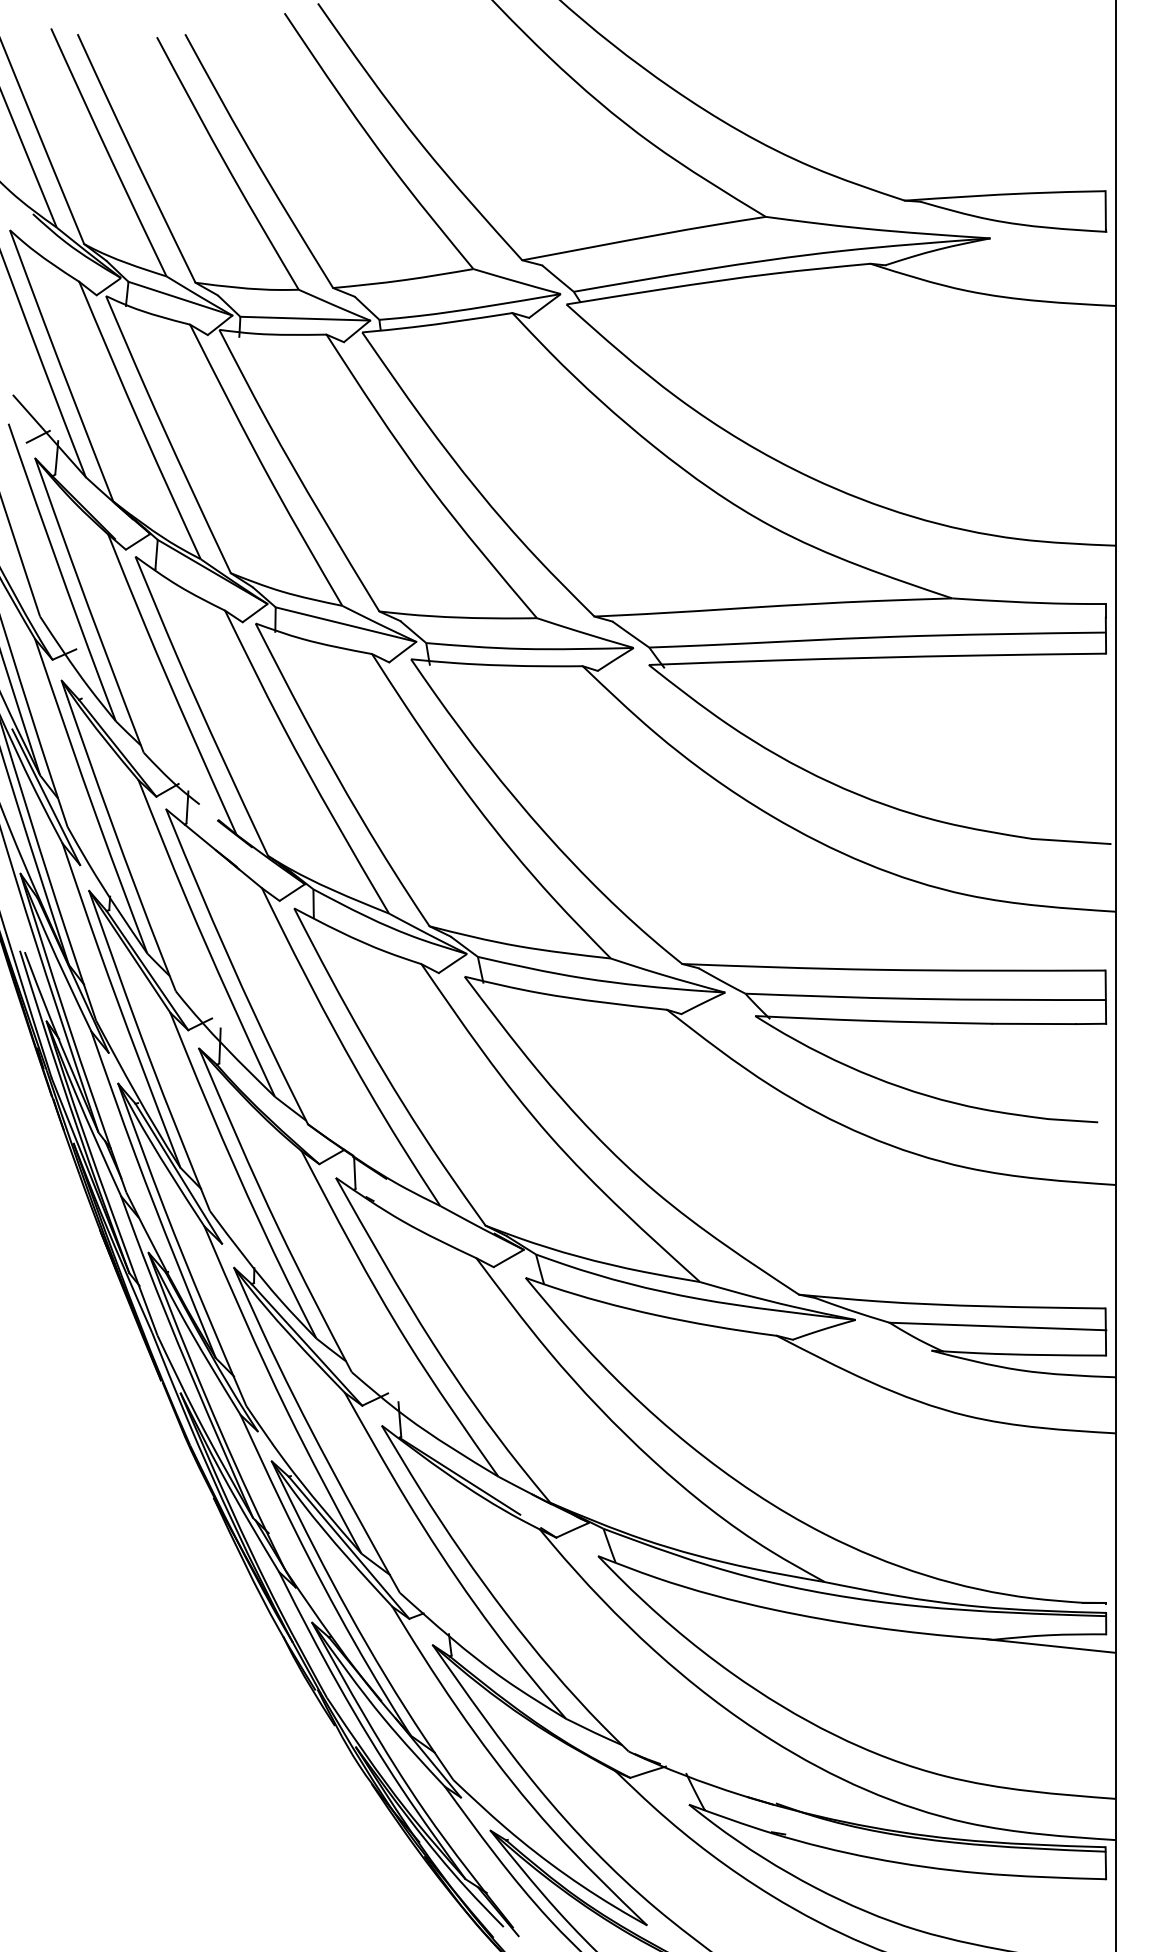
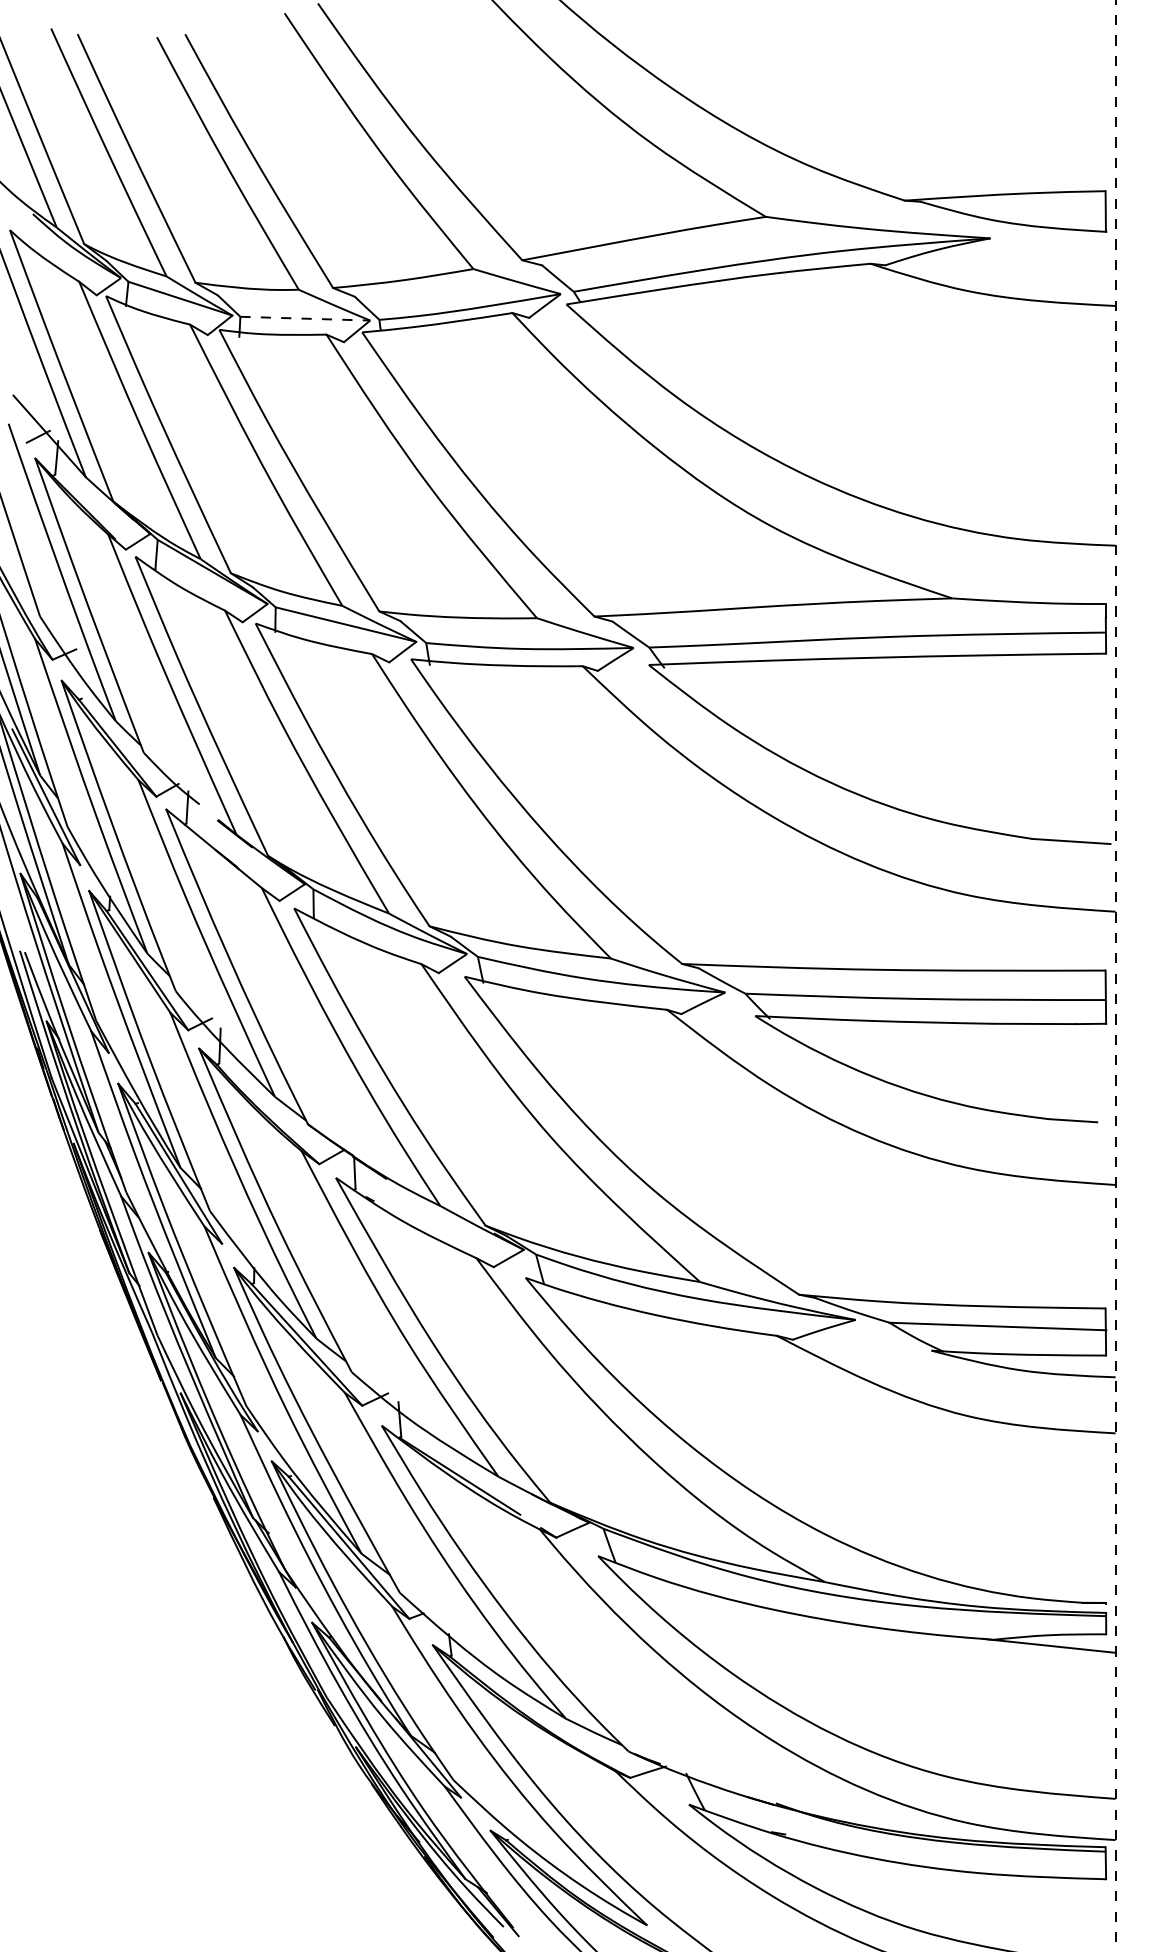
line at (305, 318): solid -> dashed
line at (1115, 975): solid -> dashed
